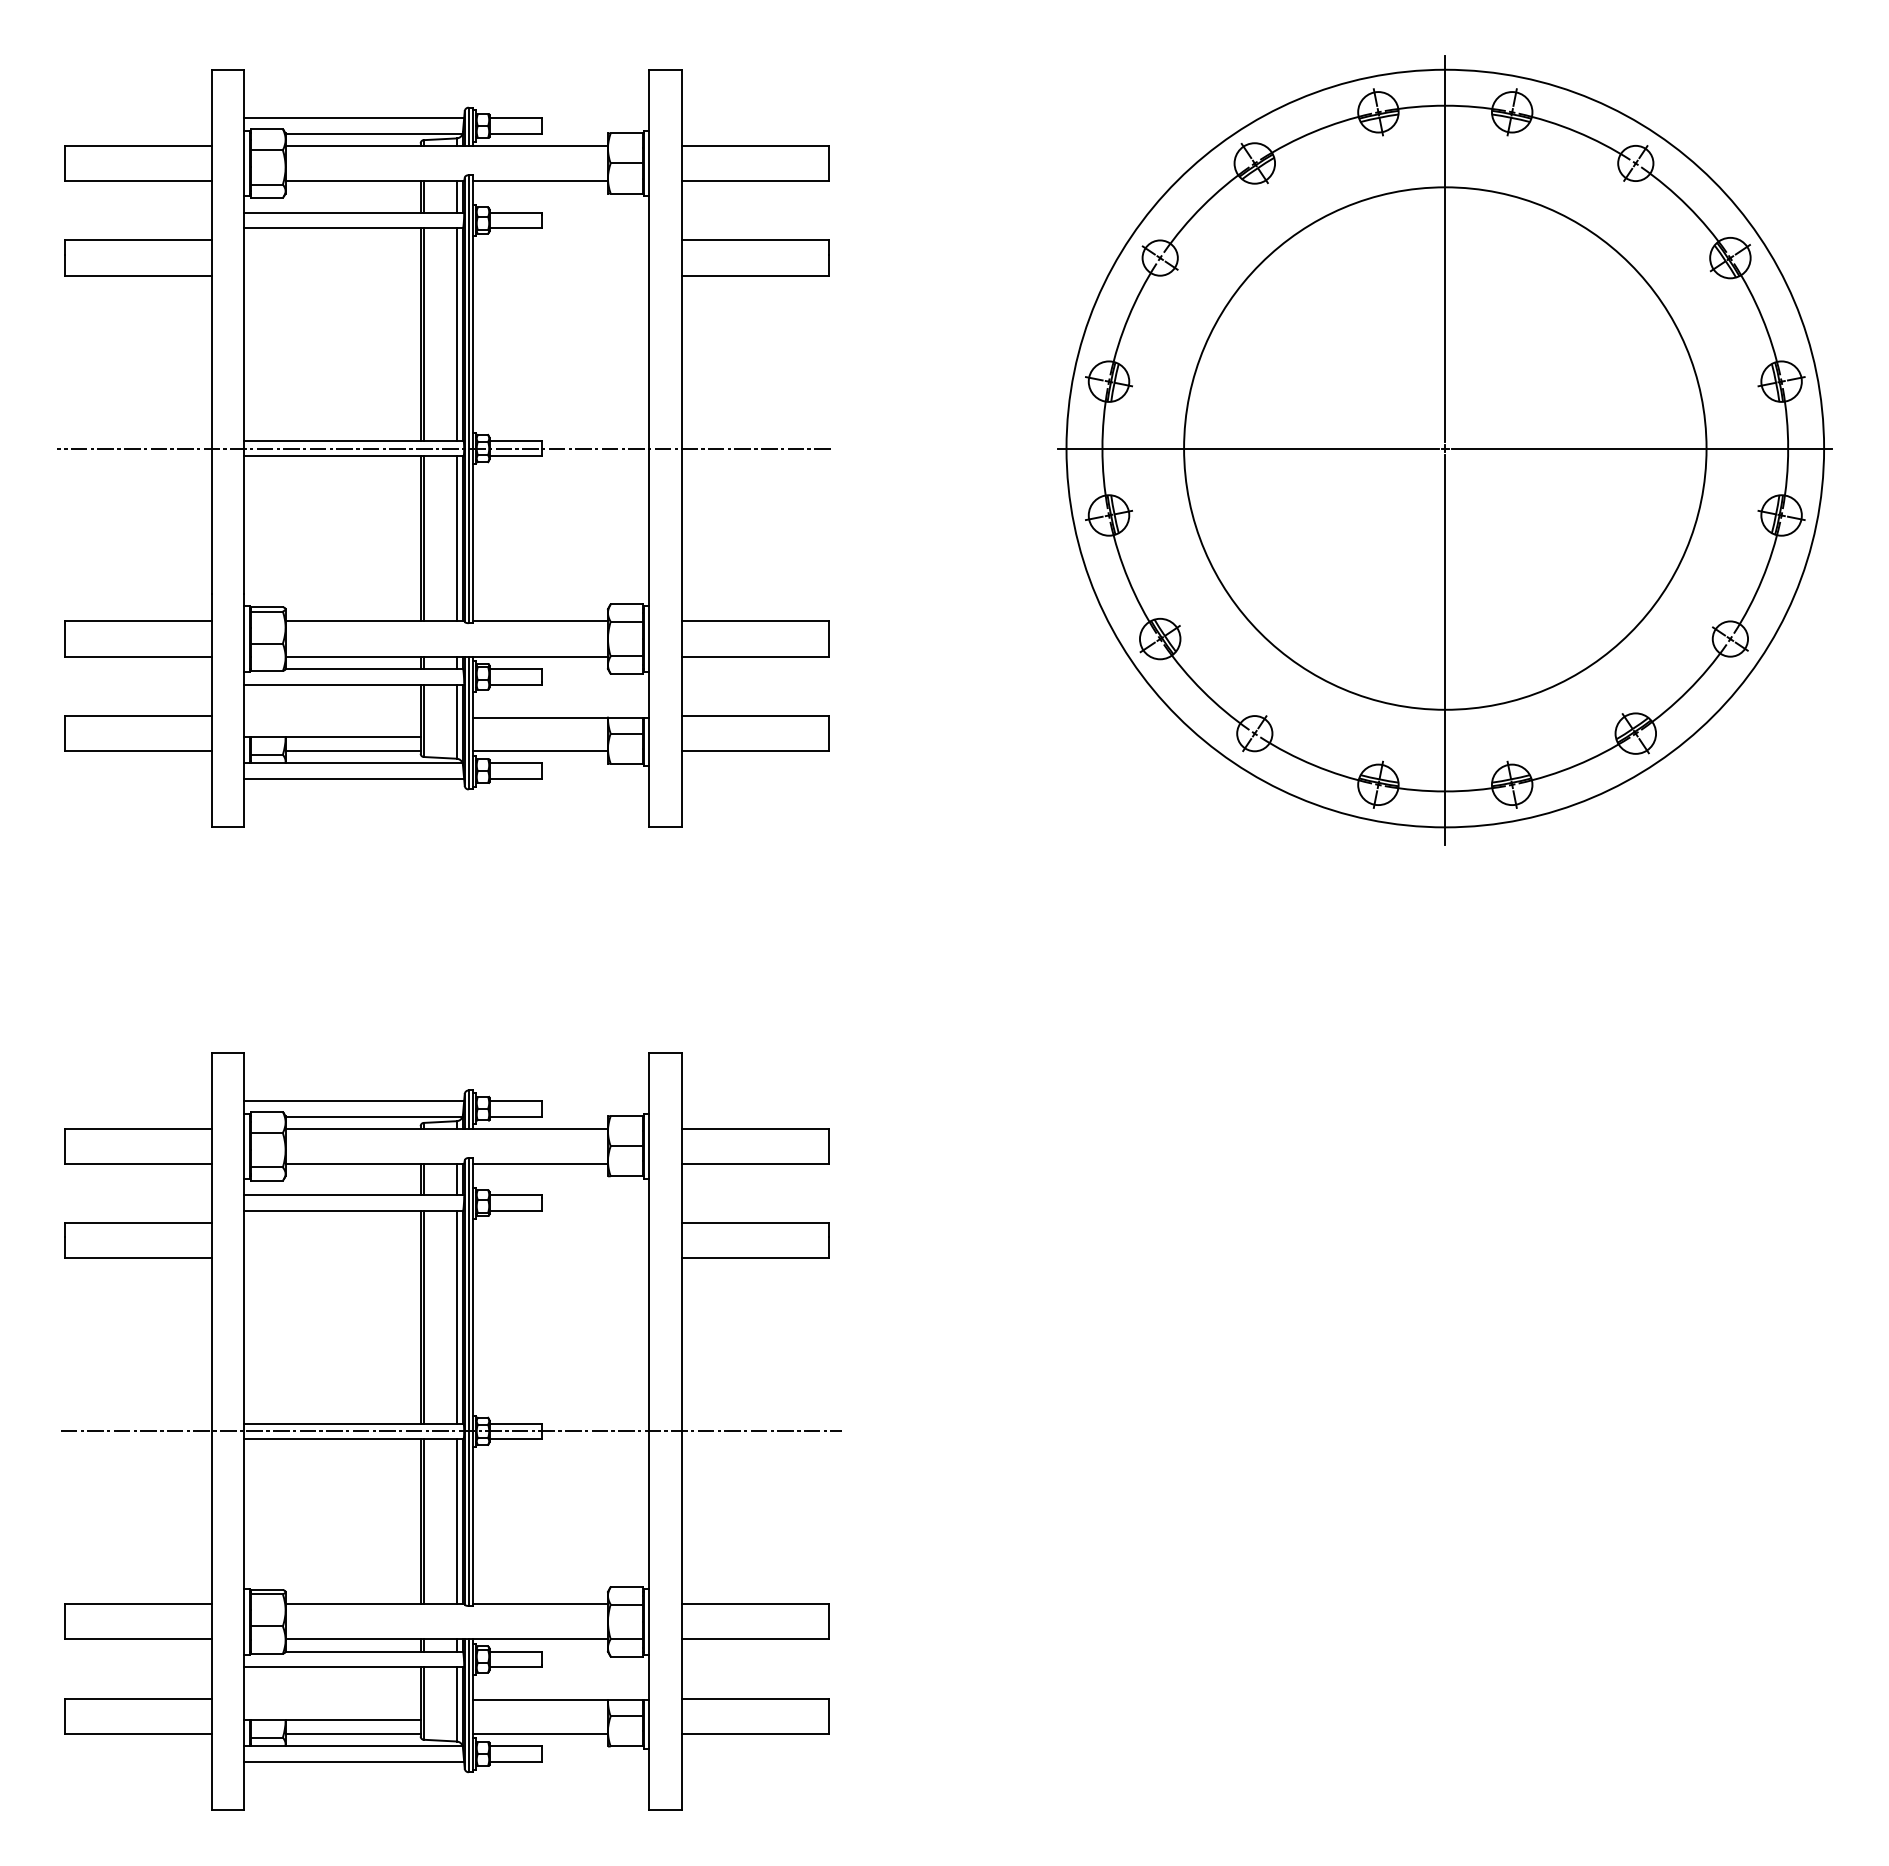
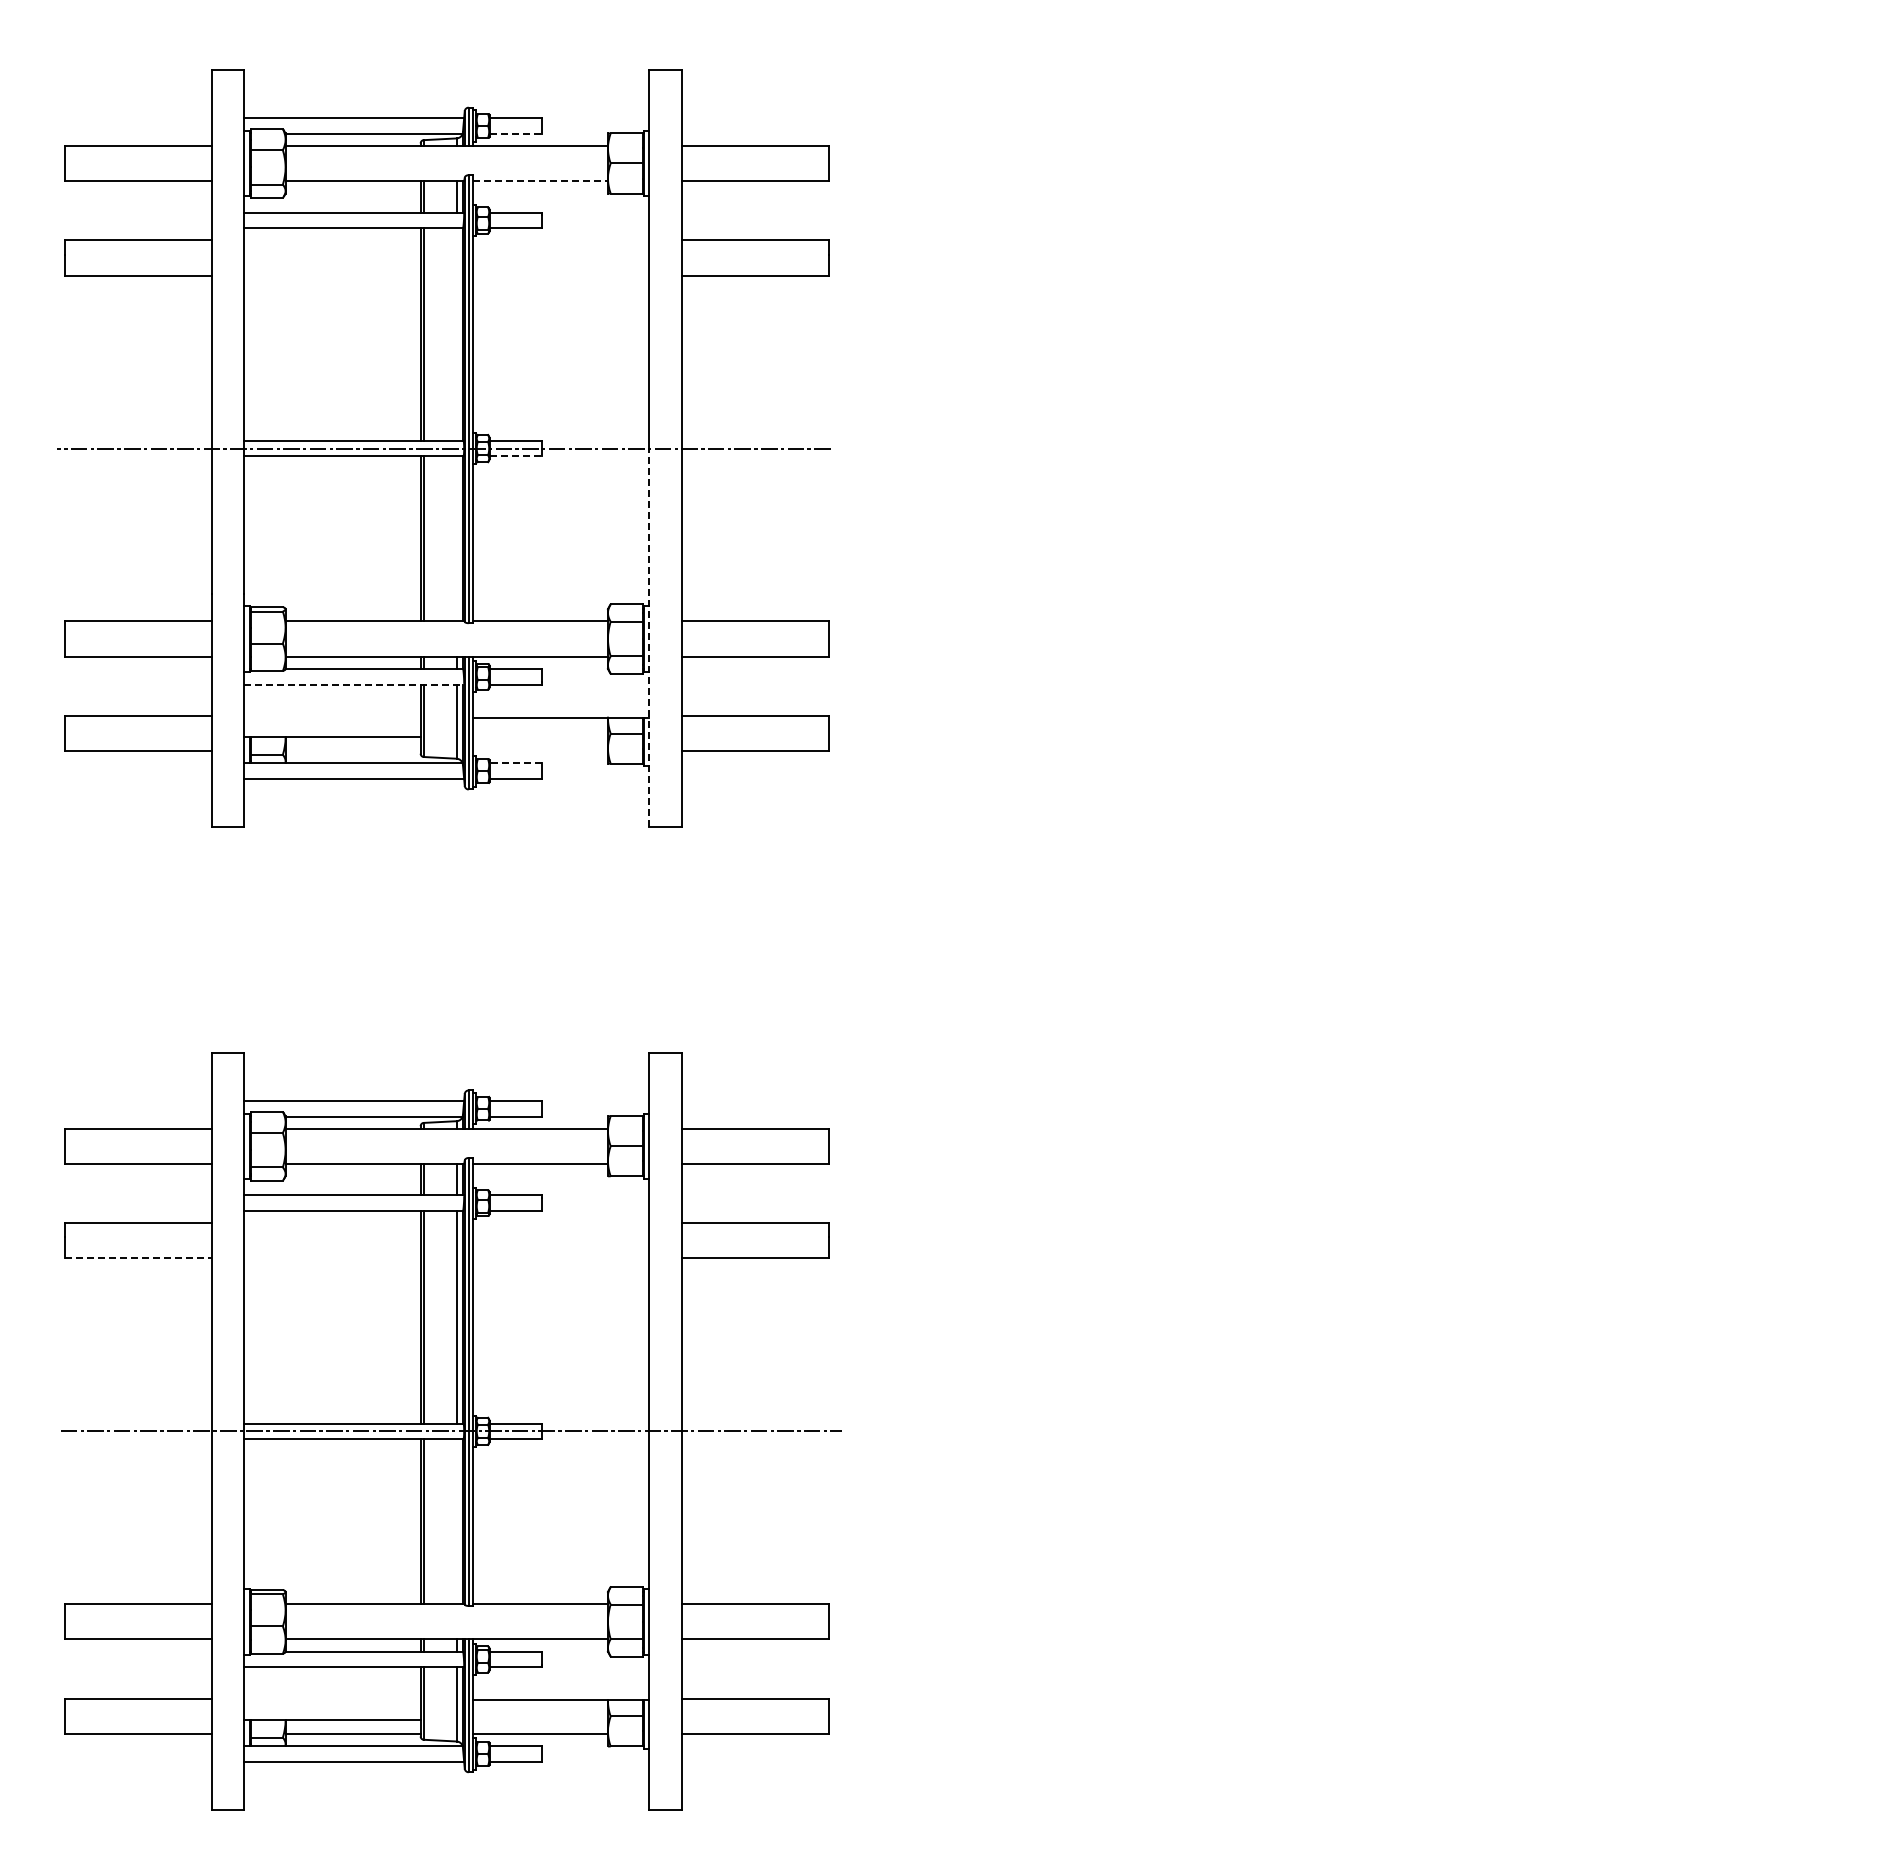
line at (516, 133): solid -> dashed
line at (540, 181): solid -> dashed
line at (456, 334): present -> none
part at (1444, 450): present -> none
line at (516, 456): solid -> dashed
line at (456, 538): present -> none
line at (649, 637): solid -> dashed
line at (354, 684): solid -> dashed
line at (352, 751): present -> none
line at (539, 751): present -> none
line at (515, 763): solid -> dashed
line at (138, 1258): solid -> dashed
line at (456, 1521): present -> none
